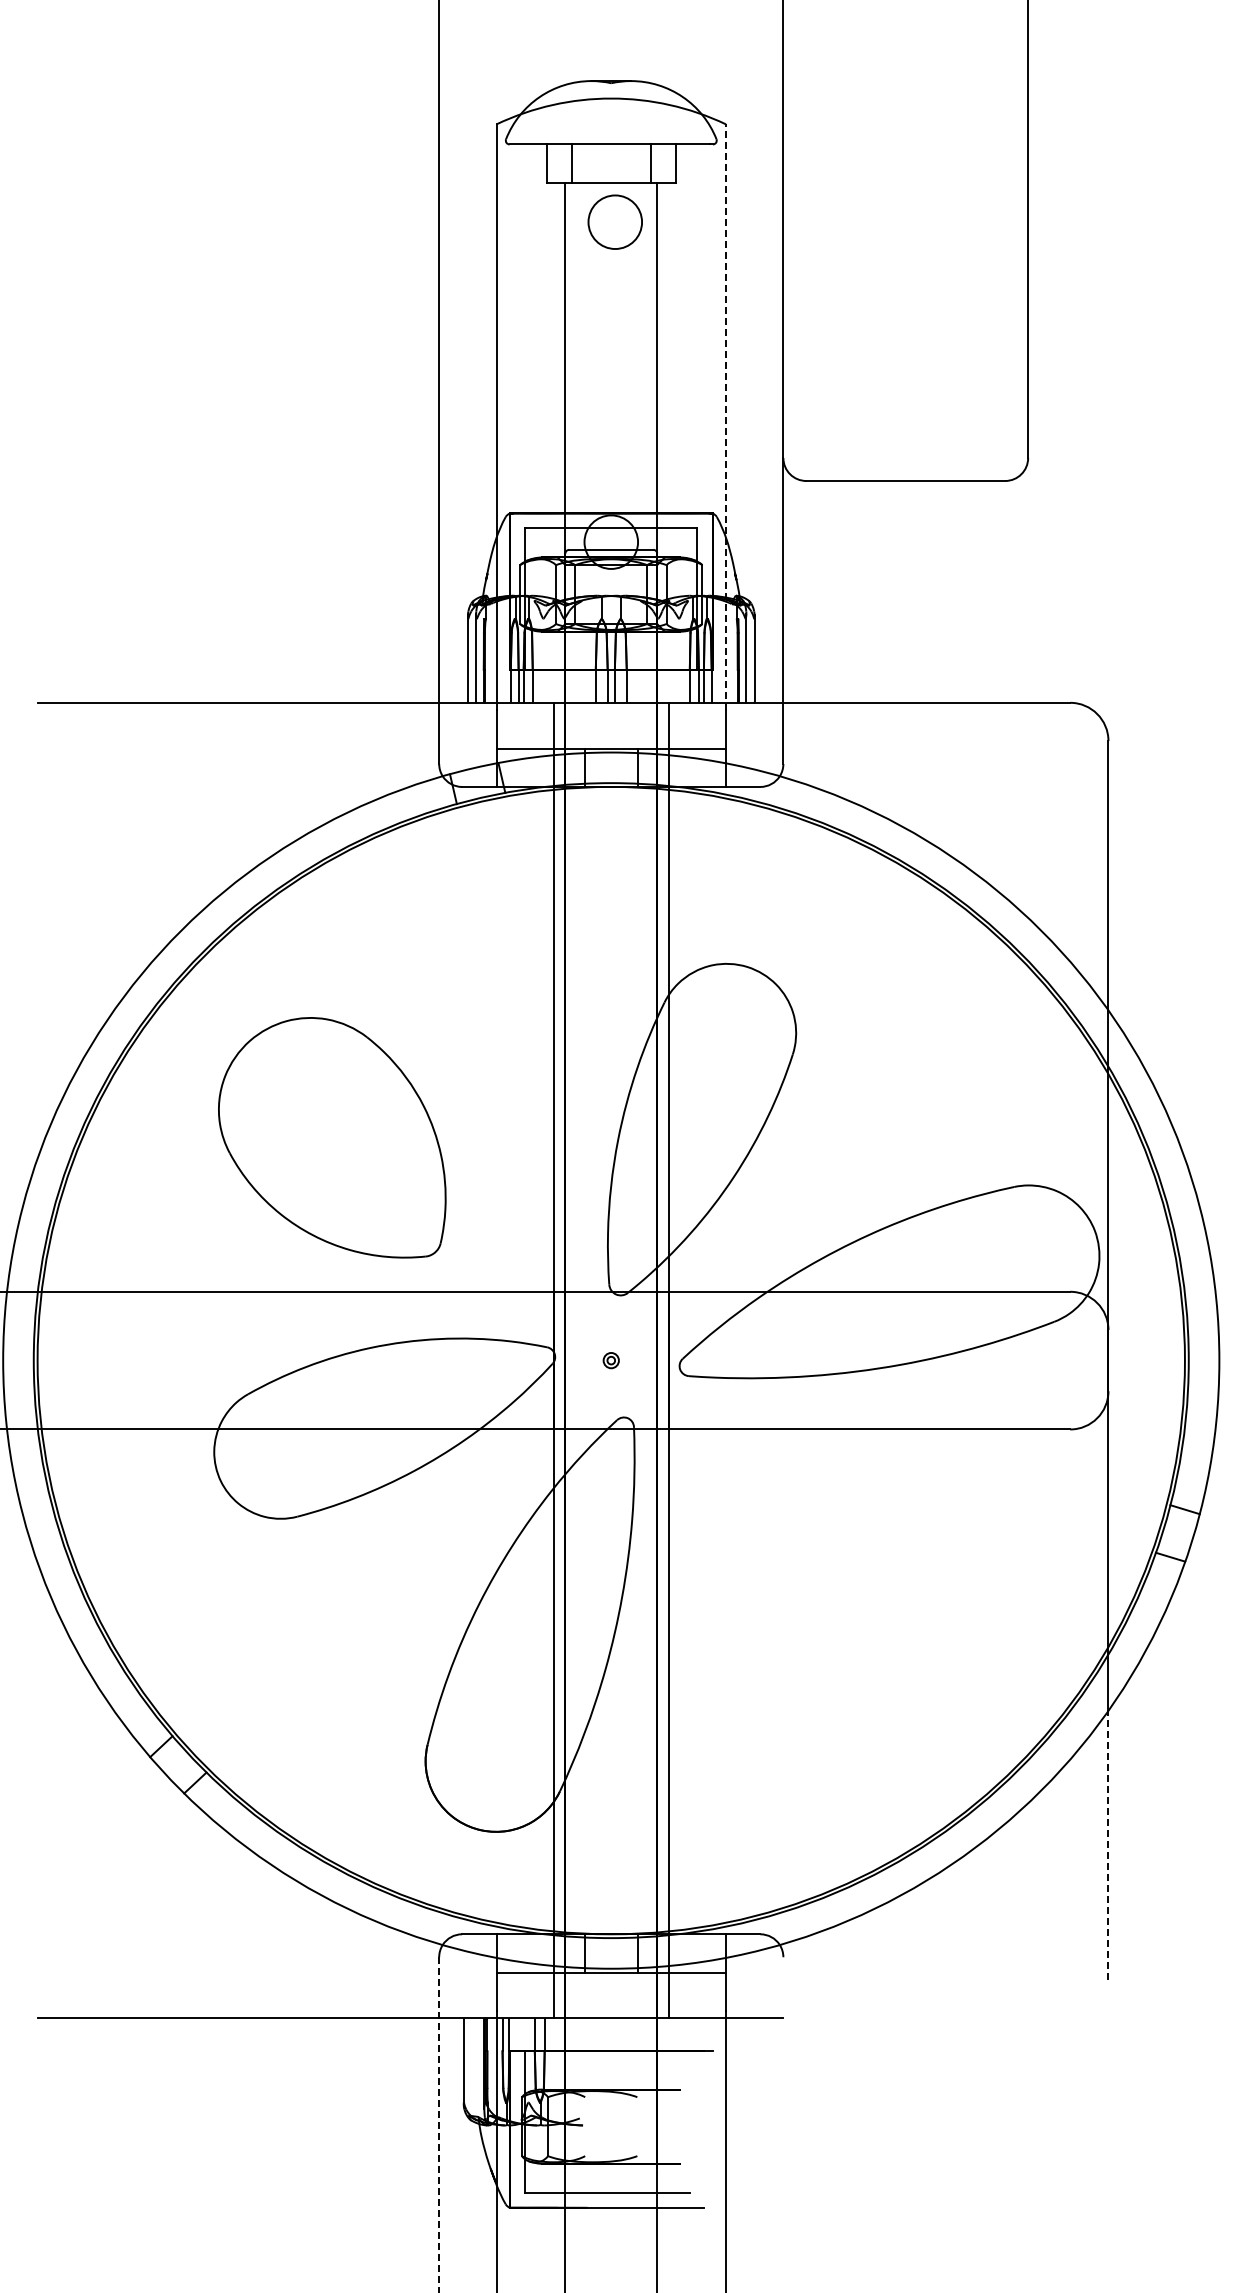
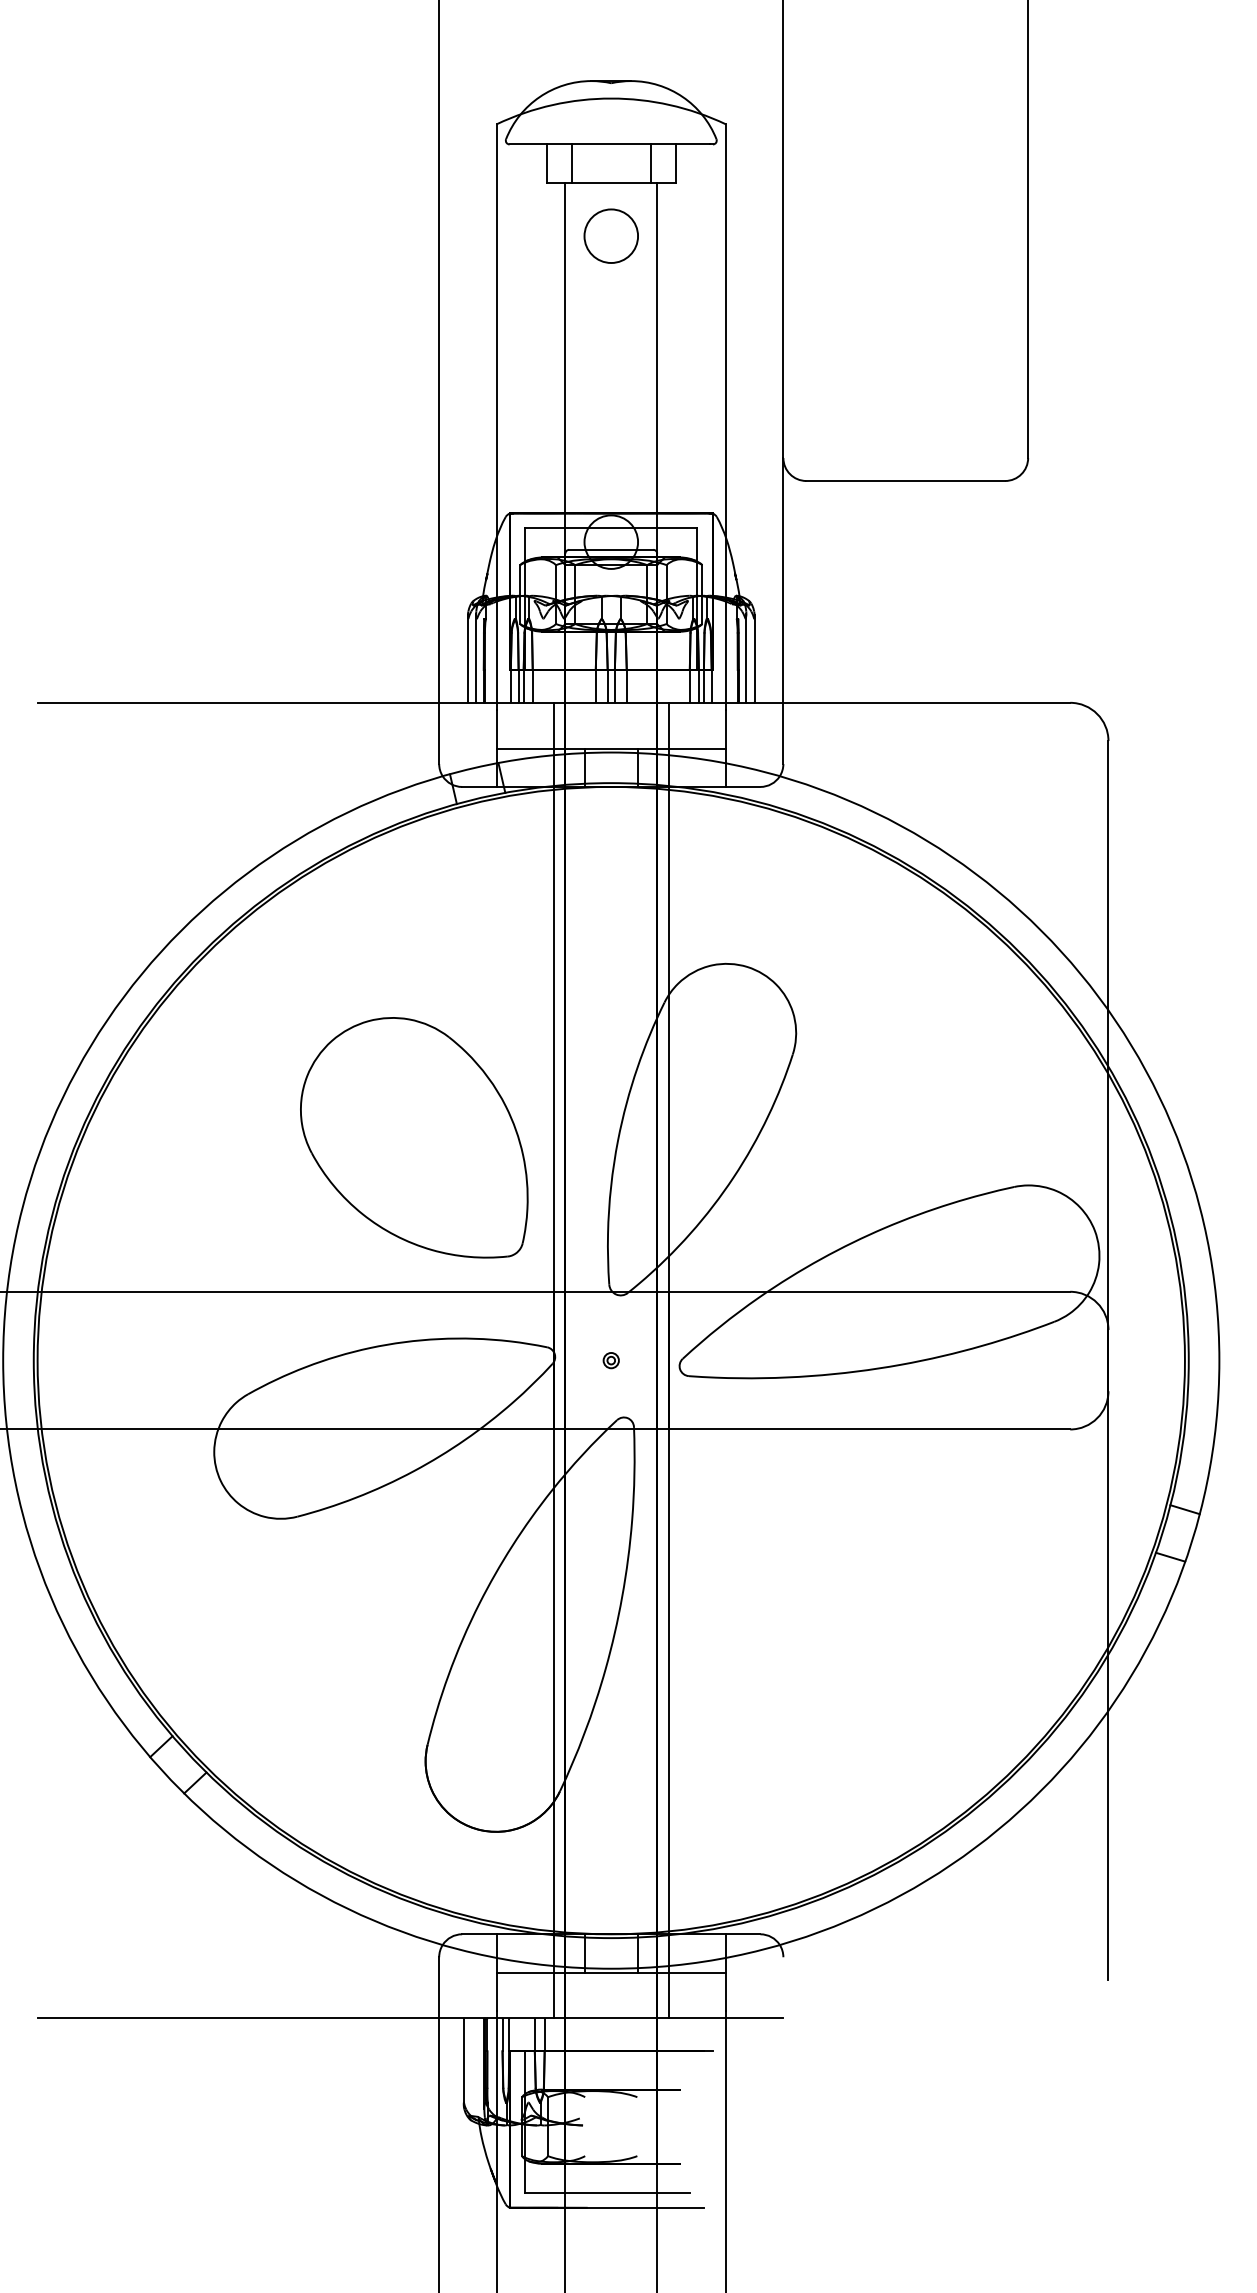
circle at (614, 221) position: (614, 221) -> (610, 235)
line at (726, 416): dashed -> solid
part at (332, 1137) position: (332, 1137) -> (414, 1137)
line at (1108, 1845): dashed -> solid
line at (439, 2125): dashed -> solid
